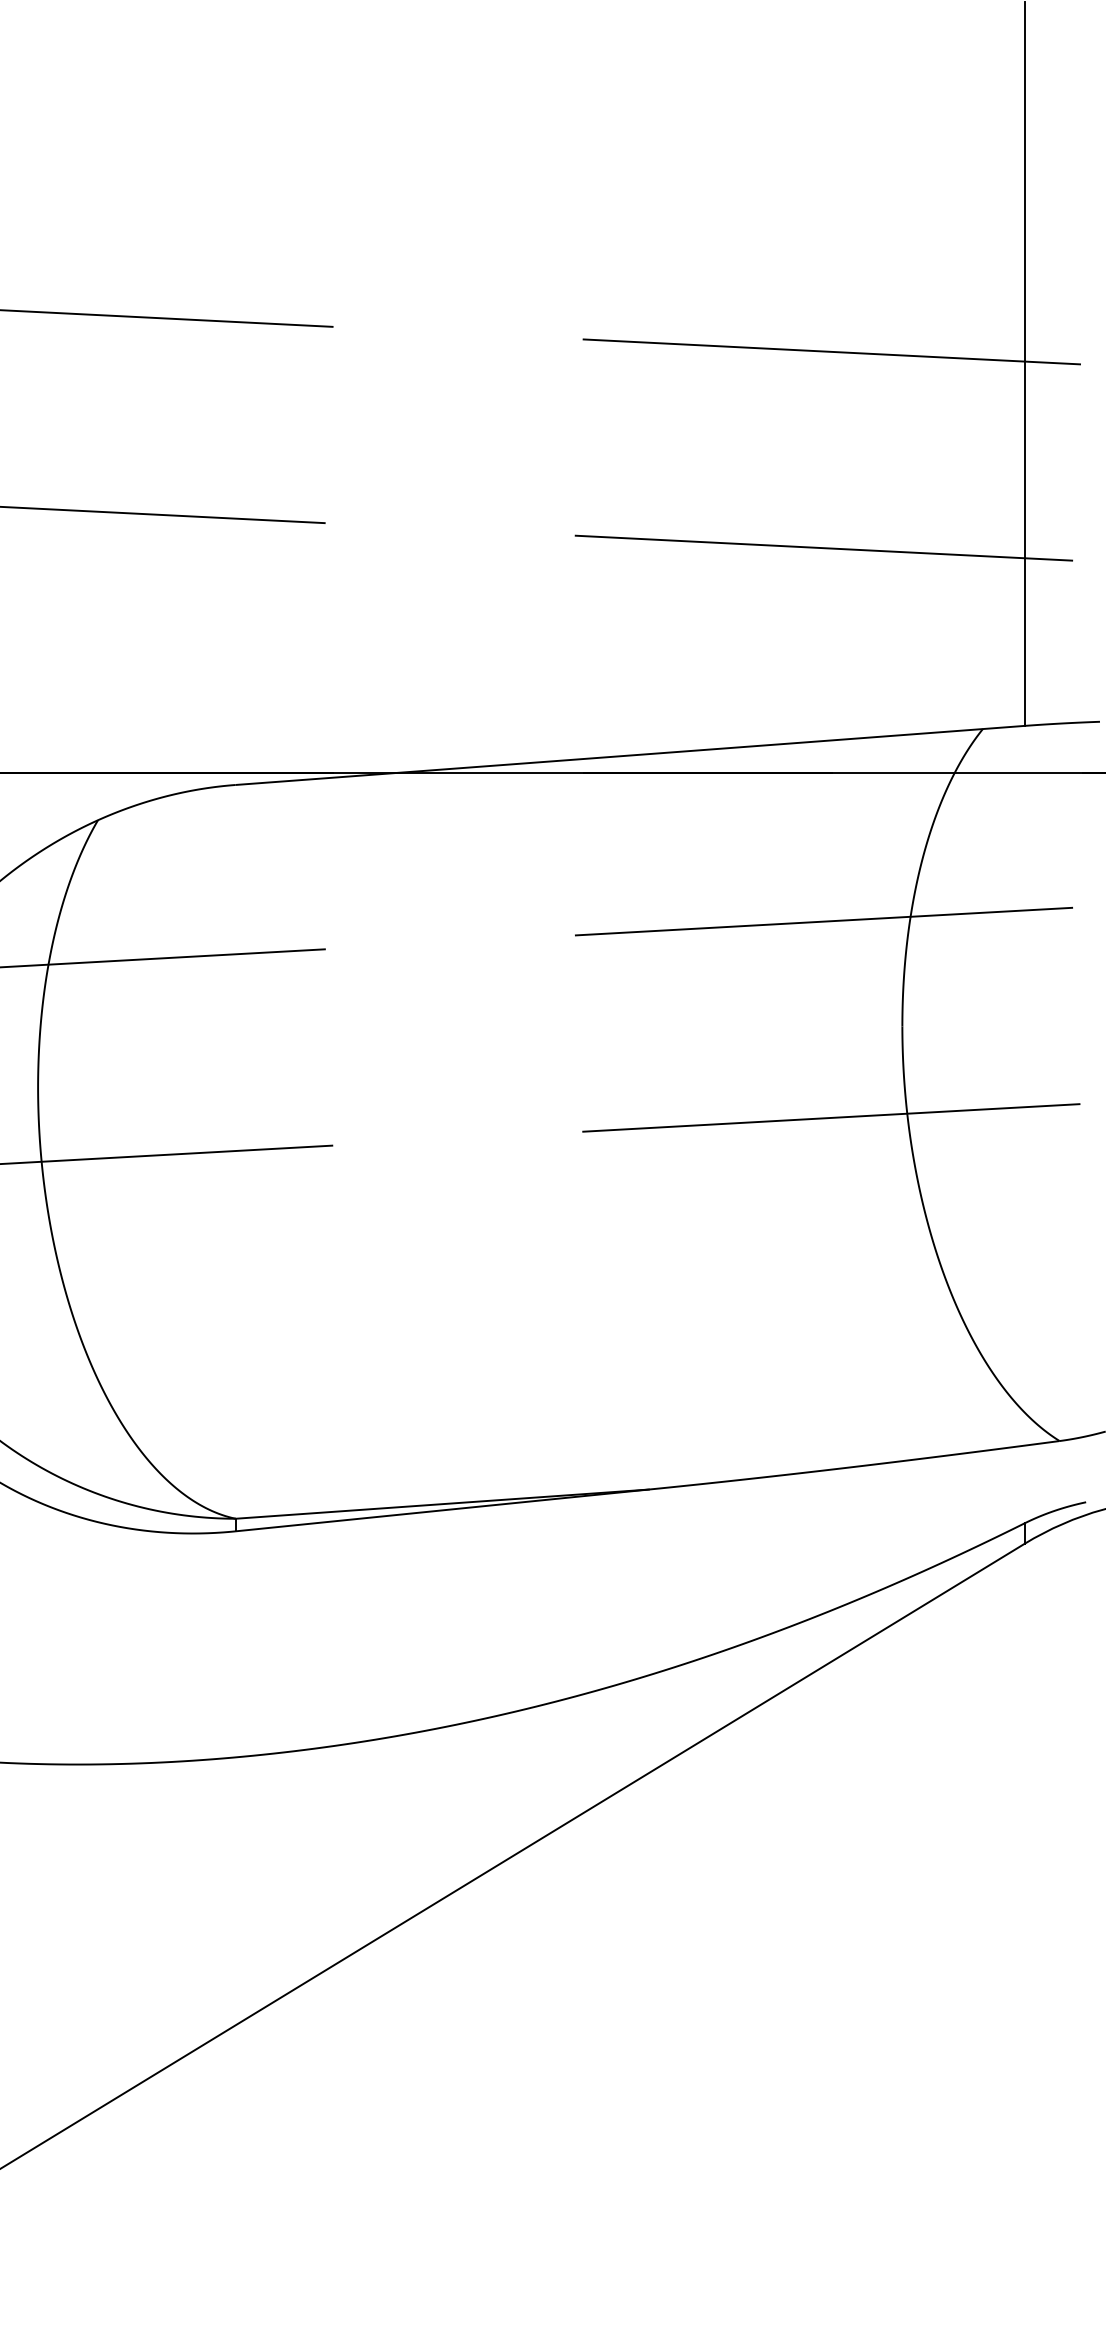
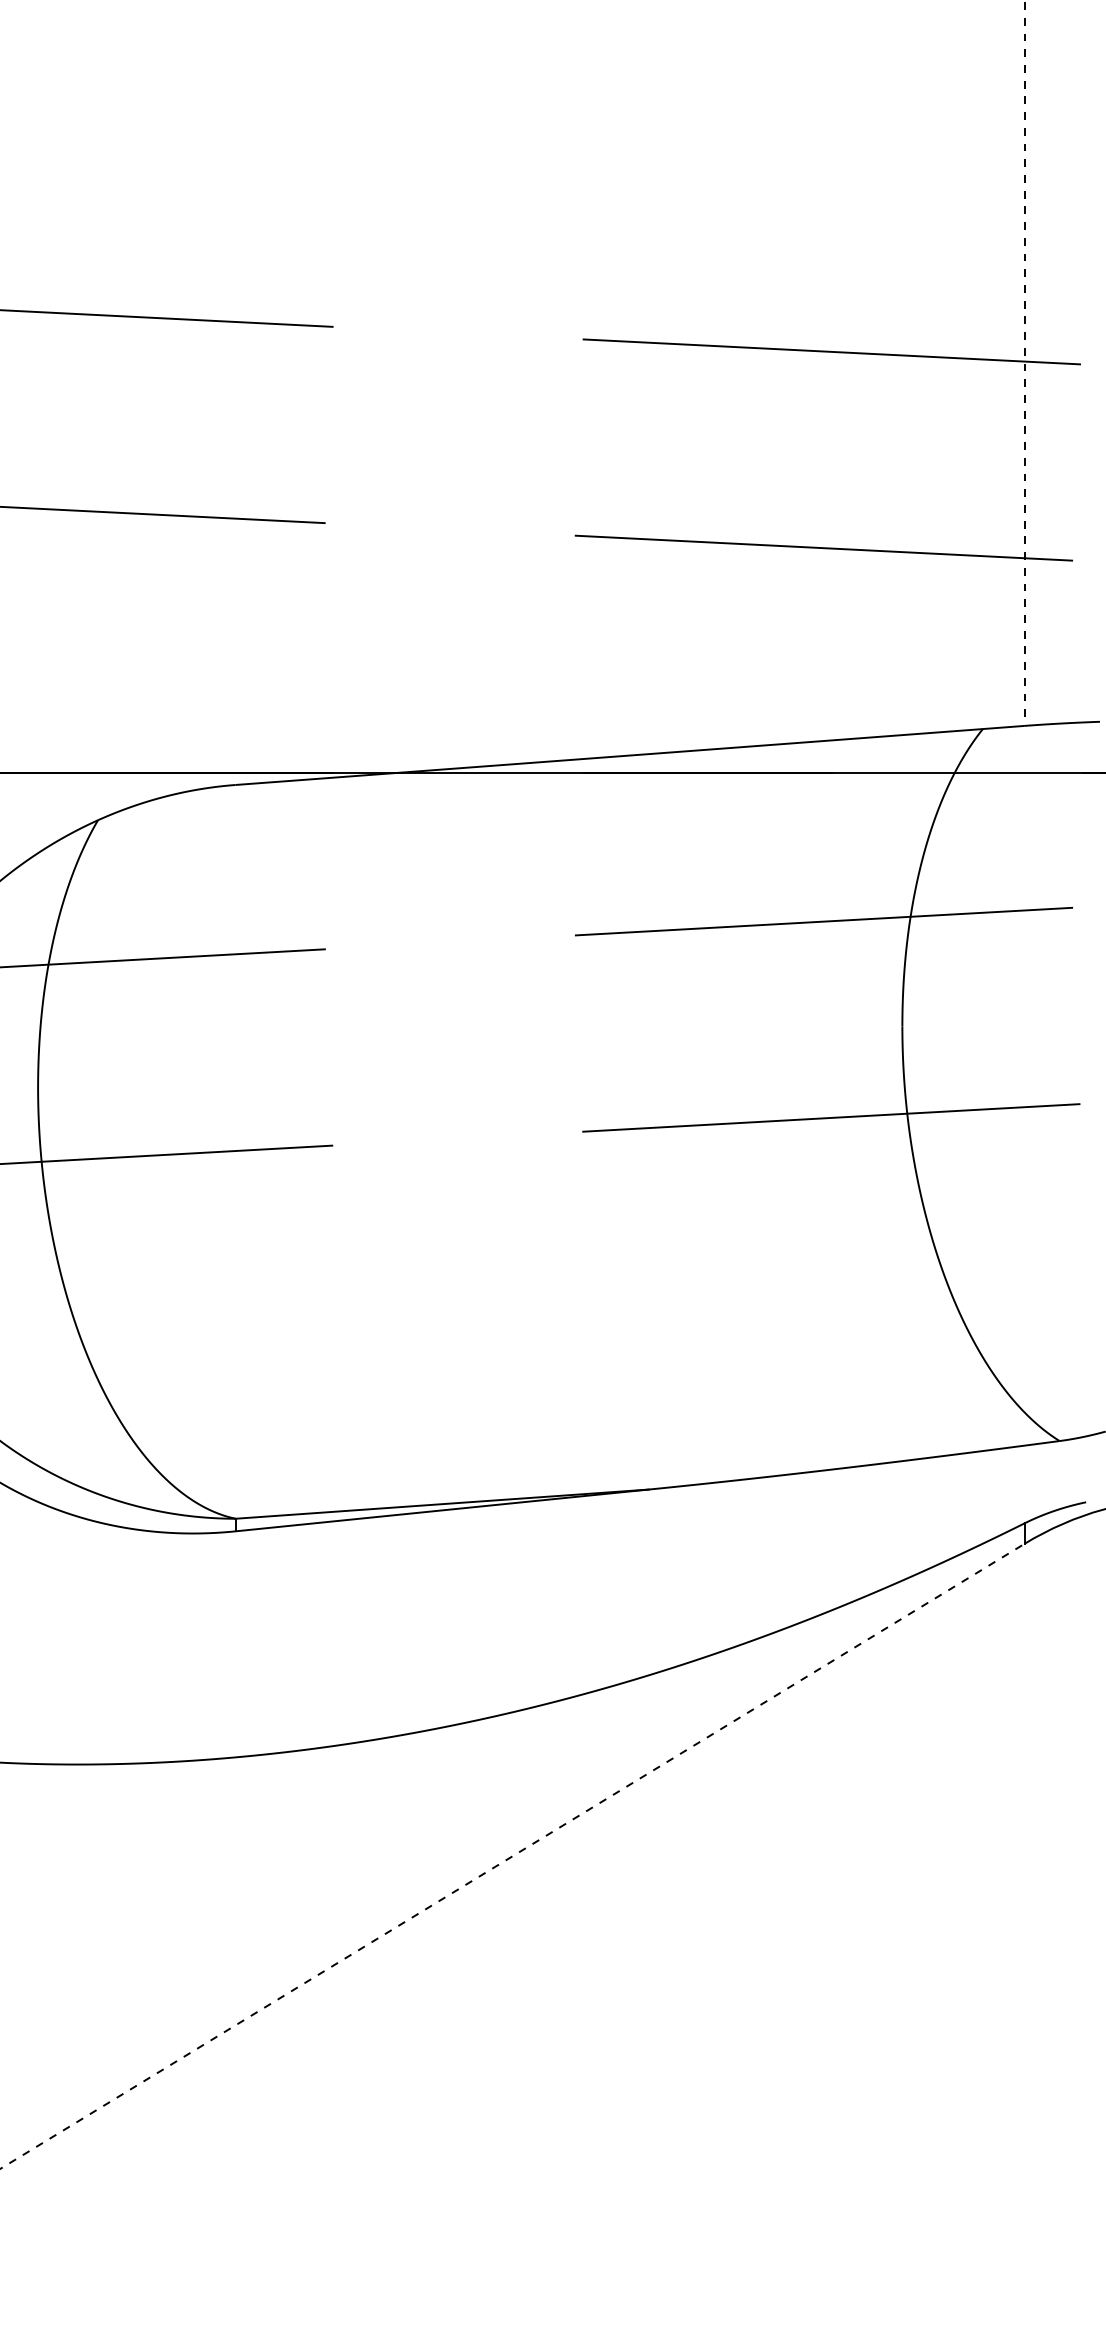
line at (1024, 364): solid -> dashed
line at (512, 1856): solid -> dashed
